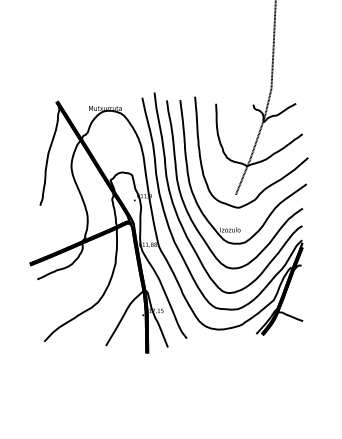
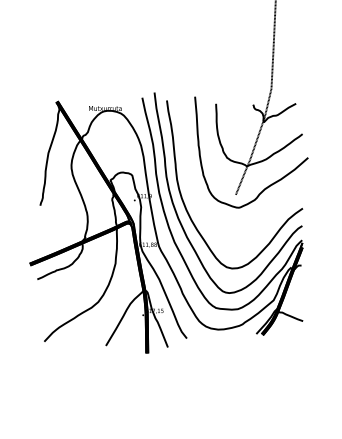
part at (276, 205): present -> none
